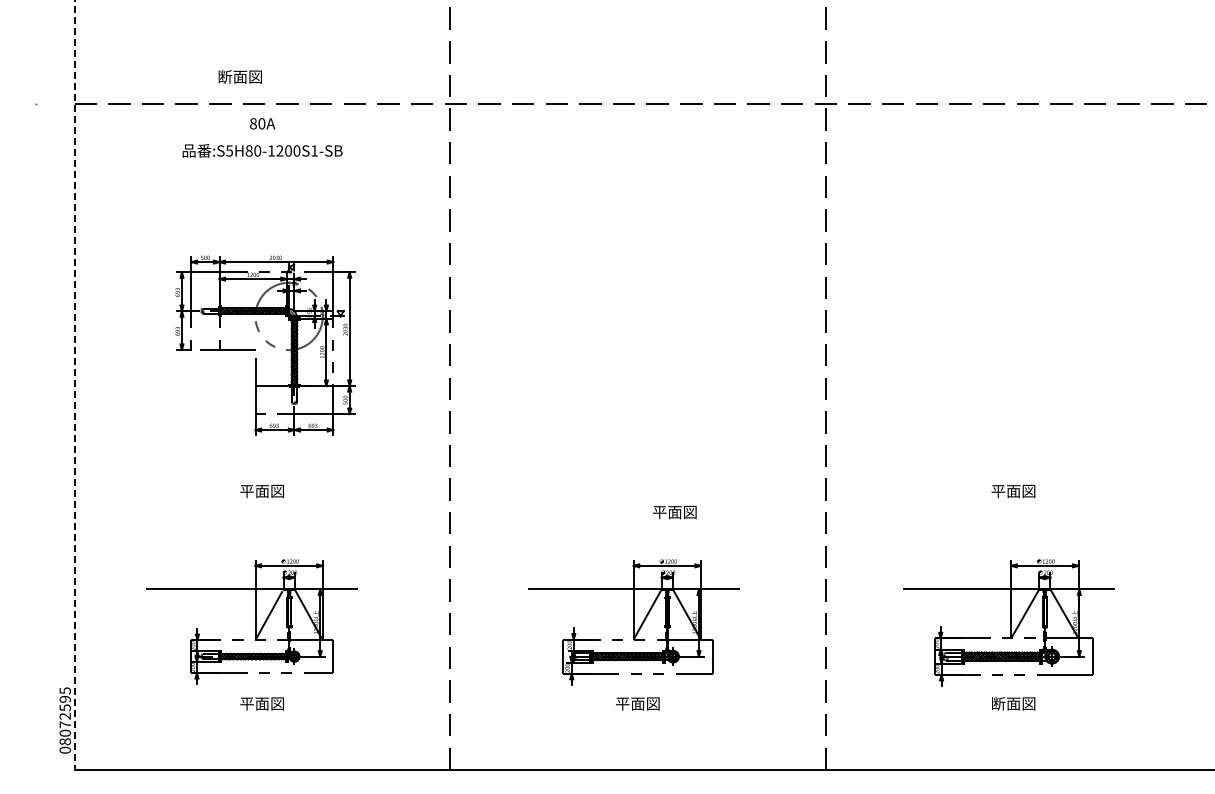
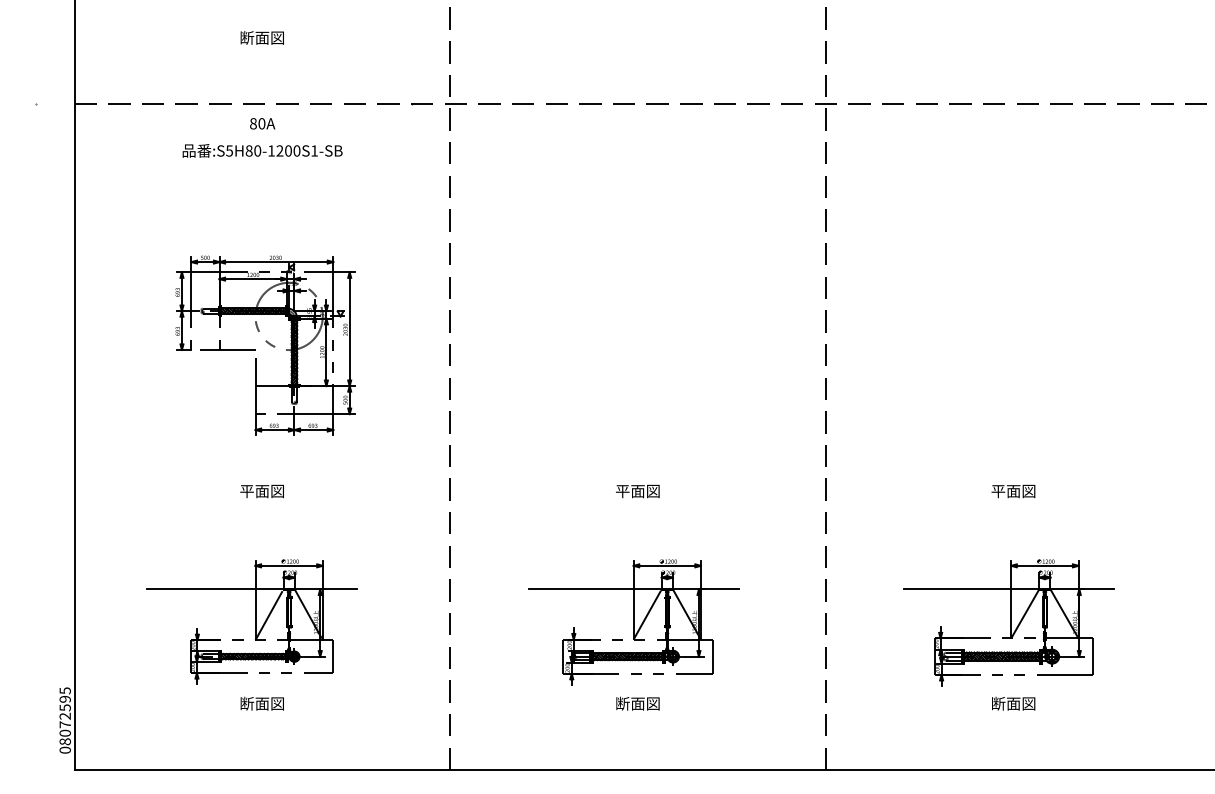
text at (239, 76) position: (239, 76) -> (261, 37)
line at (74, 385): dashed -> solid
text at (674, 512) position: (674, 512) -> (637, 491)
text at (247, 703): 平面図 -> 断面図
text at (622, 703): 平面図 -> 断面図
